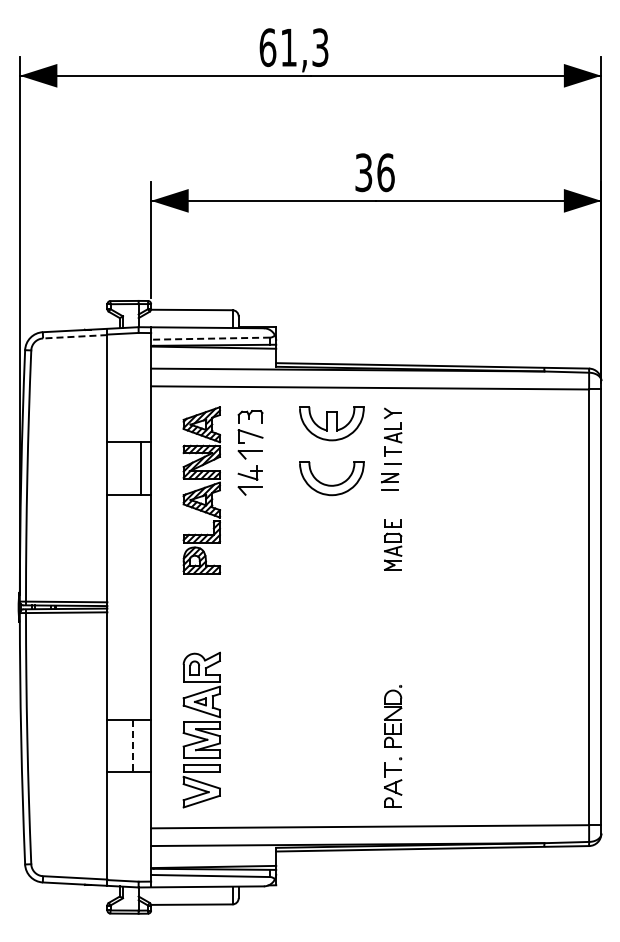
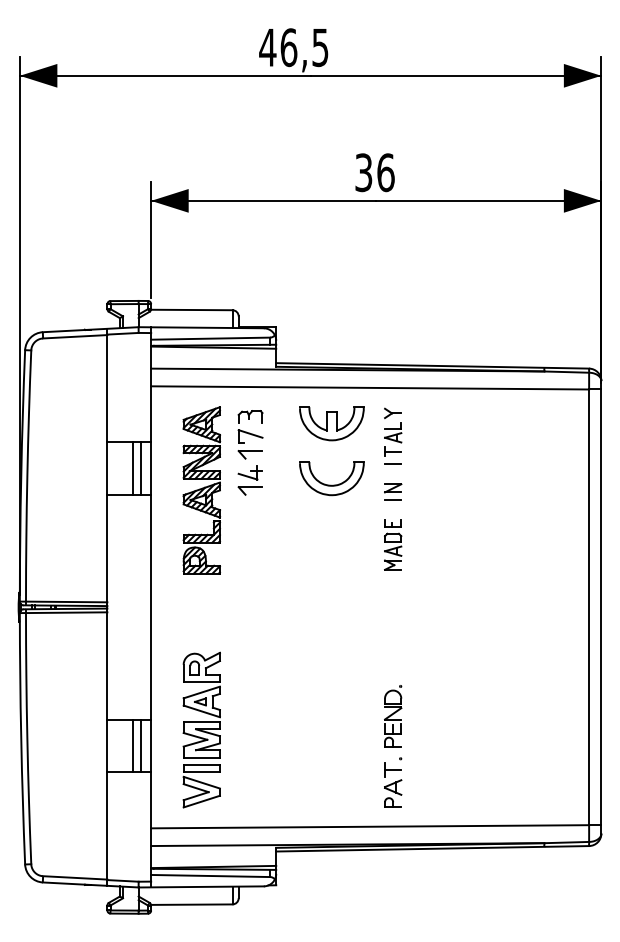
text at (293, 47): 61,3 -> 46,5
line at (74, 336): dashed -> solid
line at (210, 338): dashed -> solid
line at (133, 468): none -> present
part at (390, 481) position: (390, 481) -> (393, 491)
line at (141, 745): none -> present
line at (133, 746): dashed -> solid
